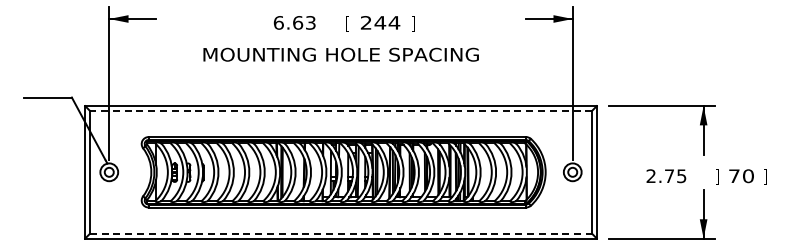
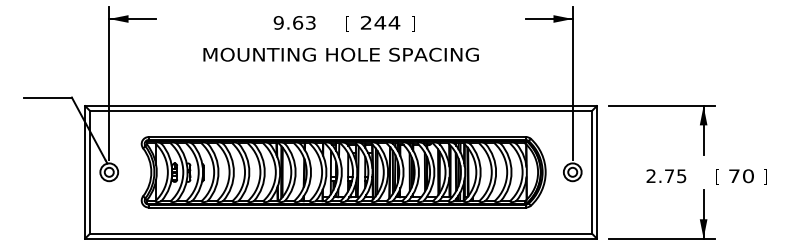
text at (278, 22): 6.63 -> 9.63
line at (340, 110): dashed -> solid
text at (717, 176): ] -> [
line at (341, 234): dashed -> solid
